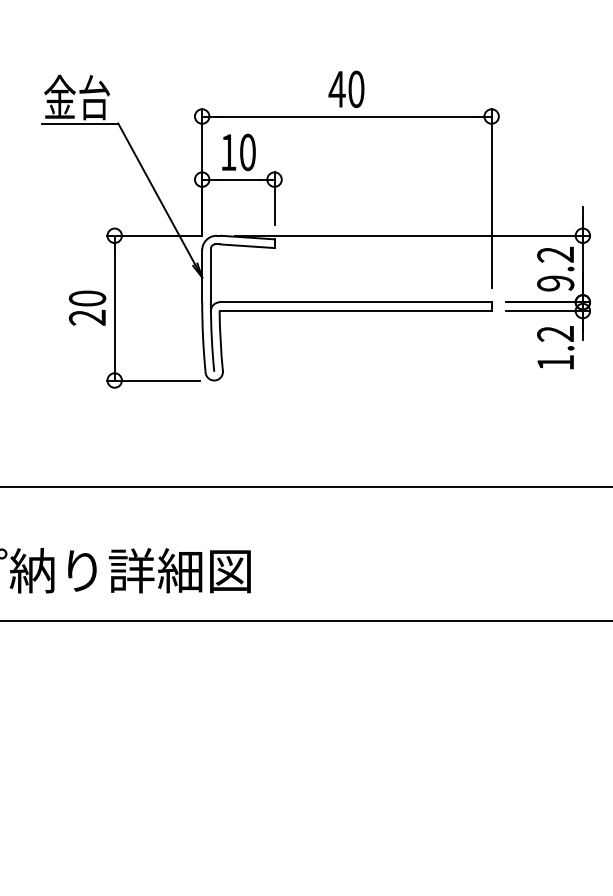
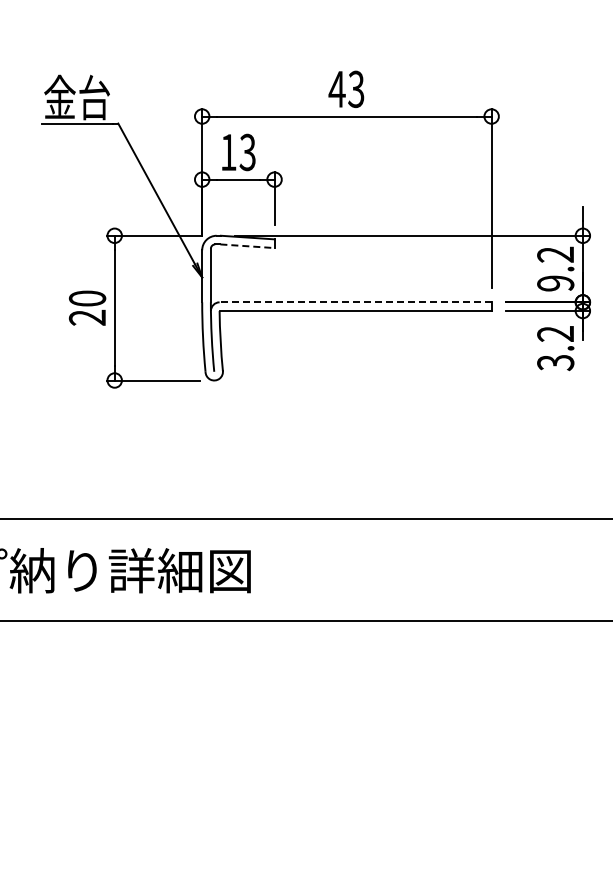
text at (356, 88): 40 -> 43
text at (247, 152): 10 -> 13
line at (247, 246): solid -> dashed
line at (355, 302): solid -> dashed
text at (555, 363): 1.2 -> 3.2
line at (305, 486) position: (305, 486) -> (305, 518)
